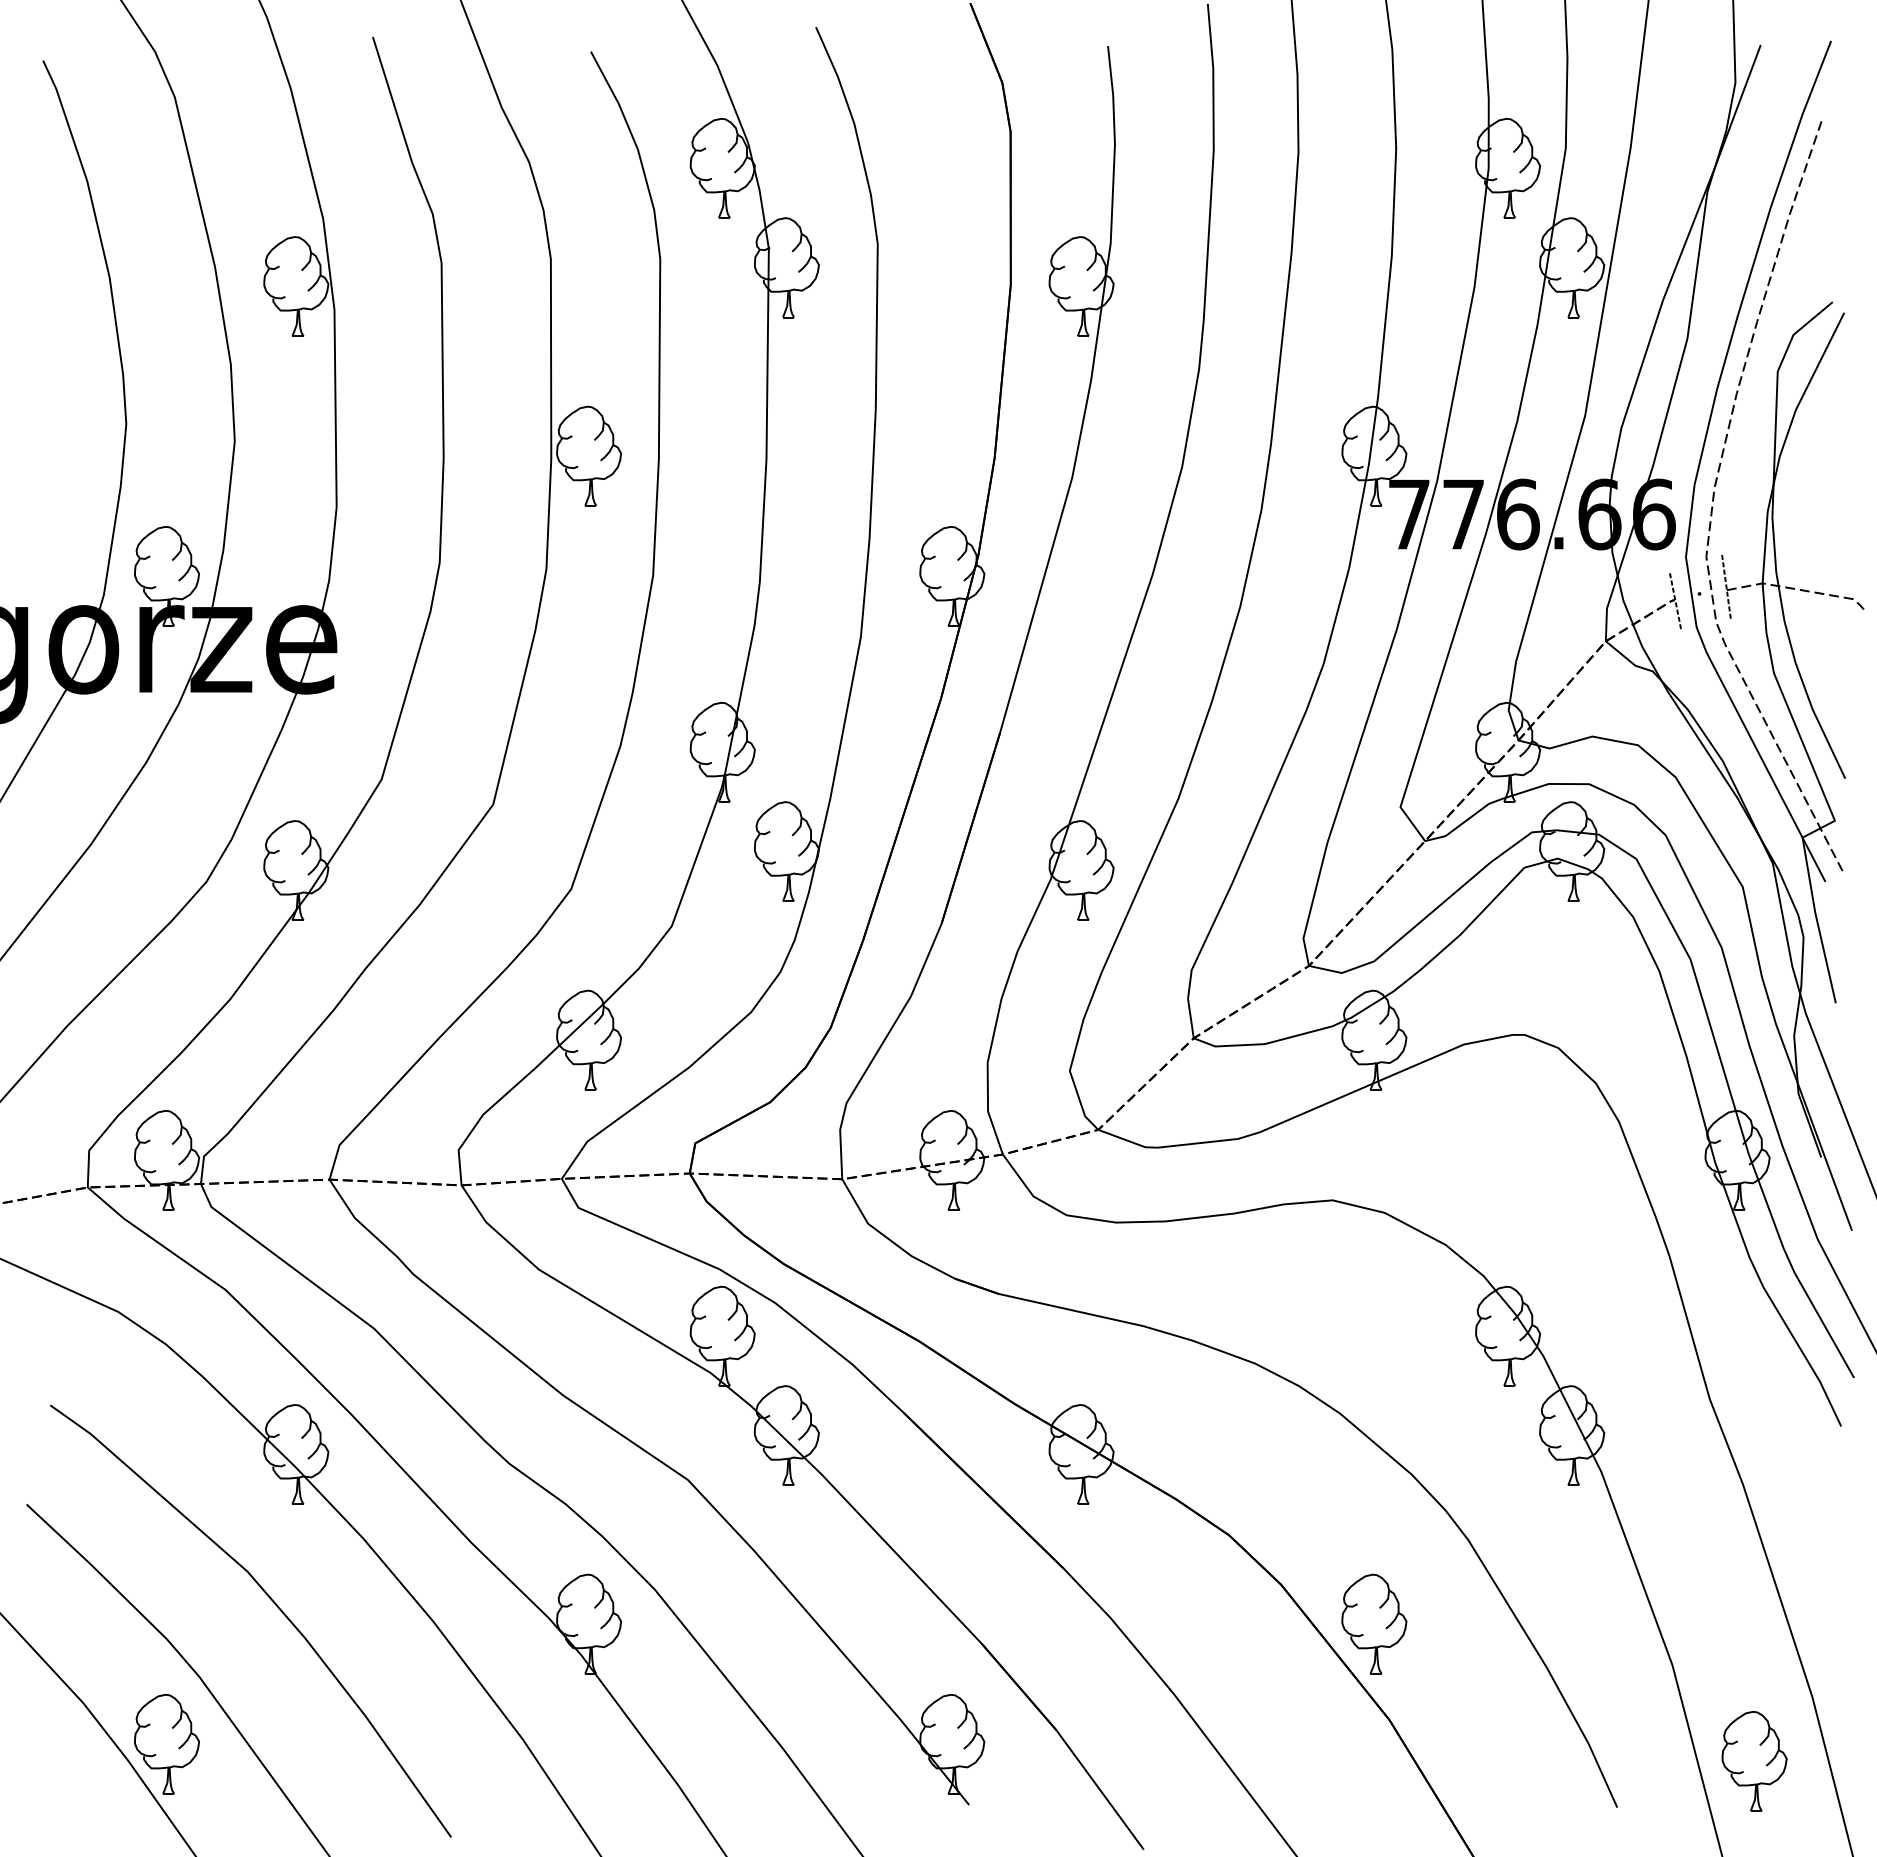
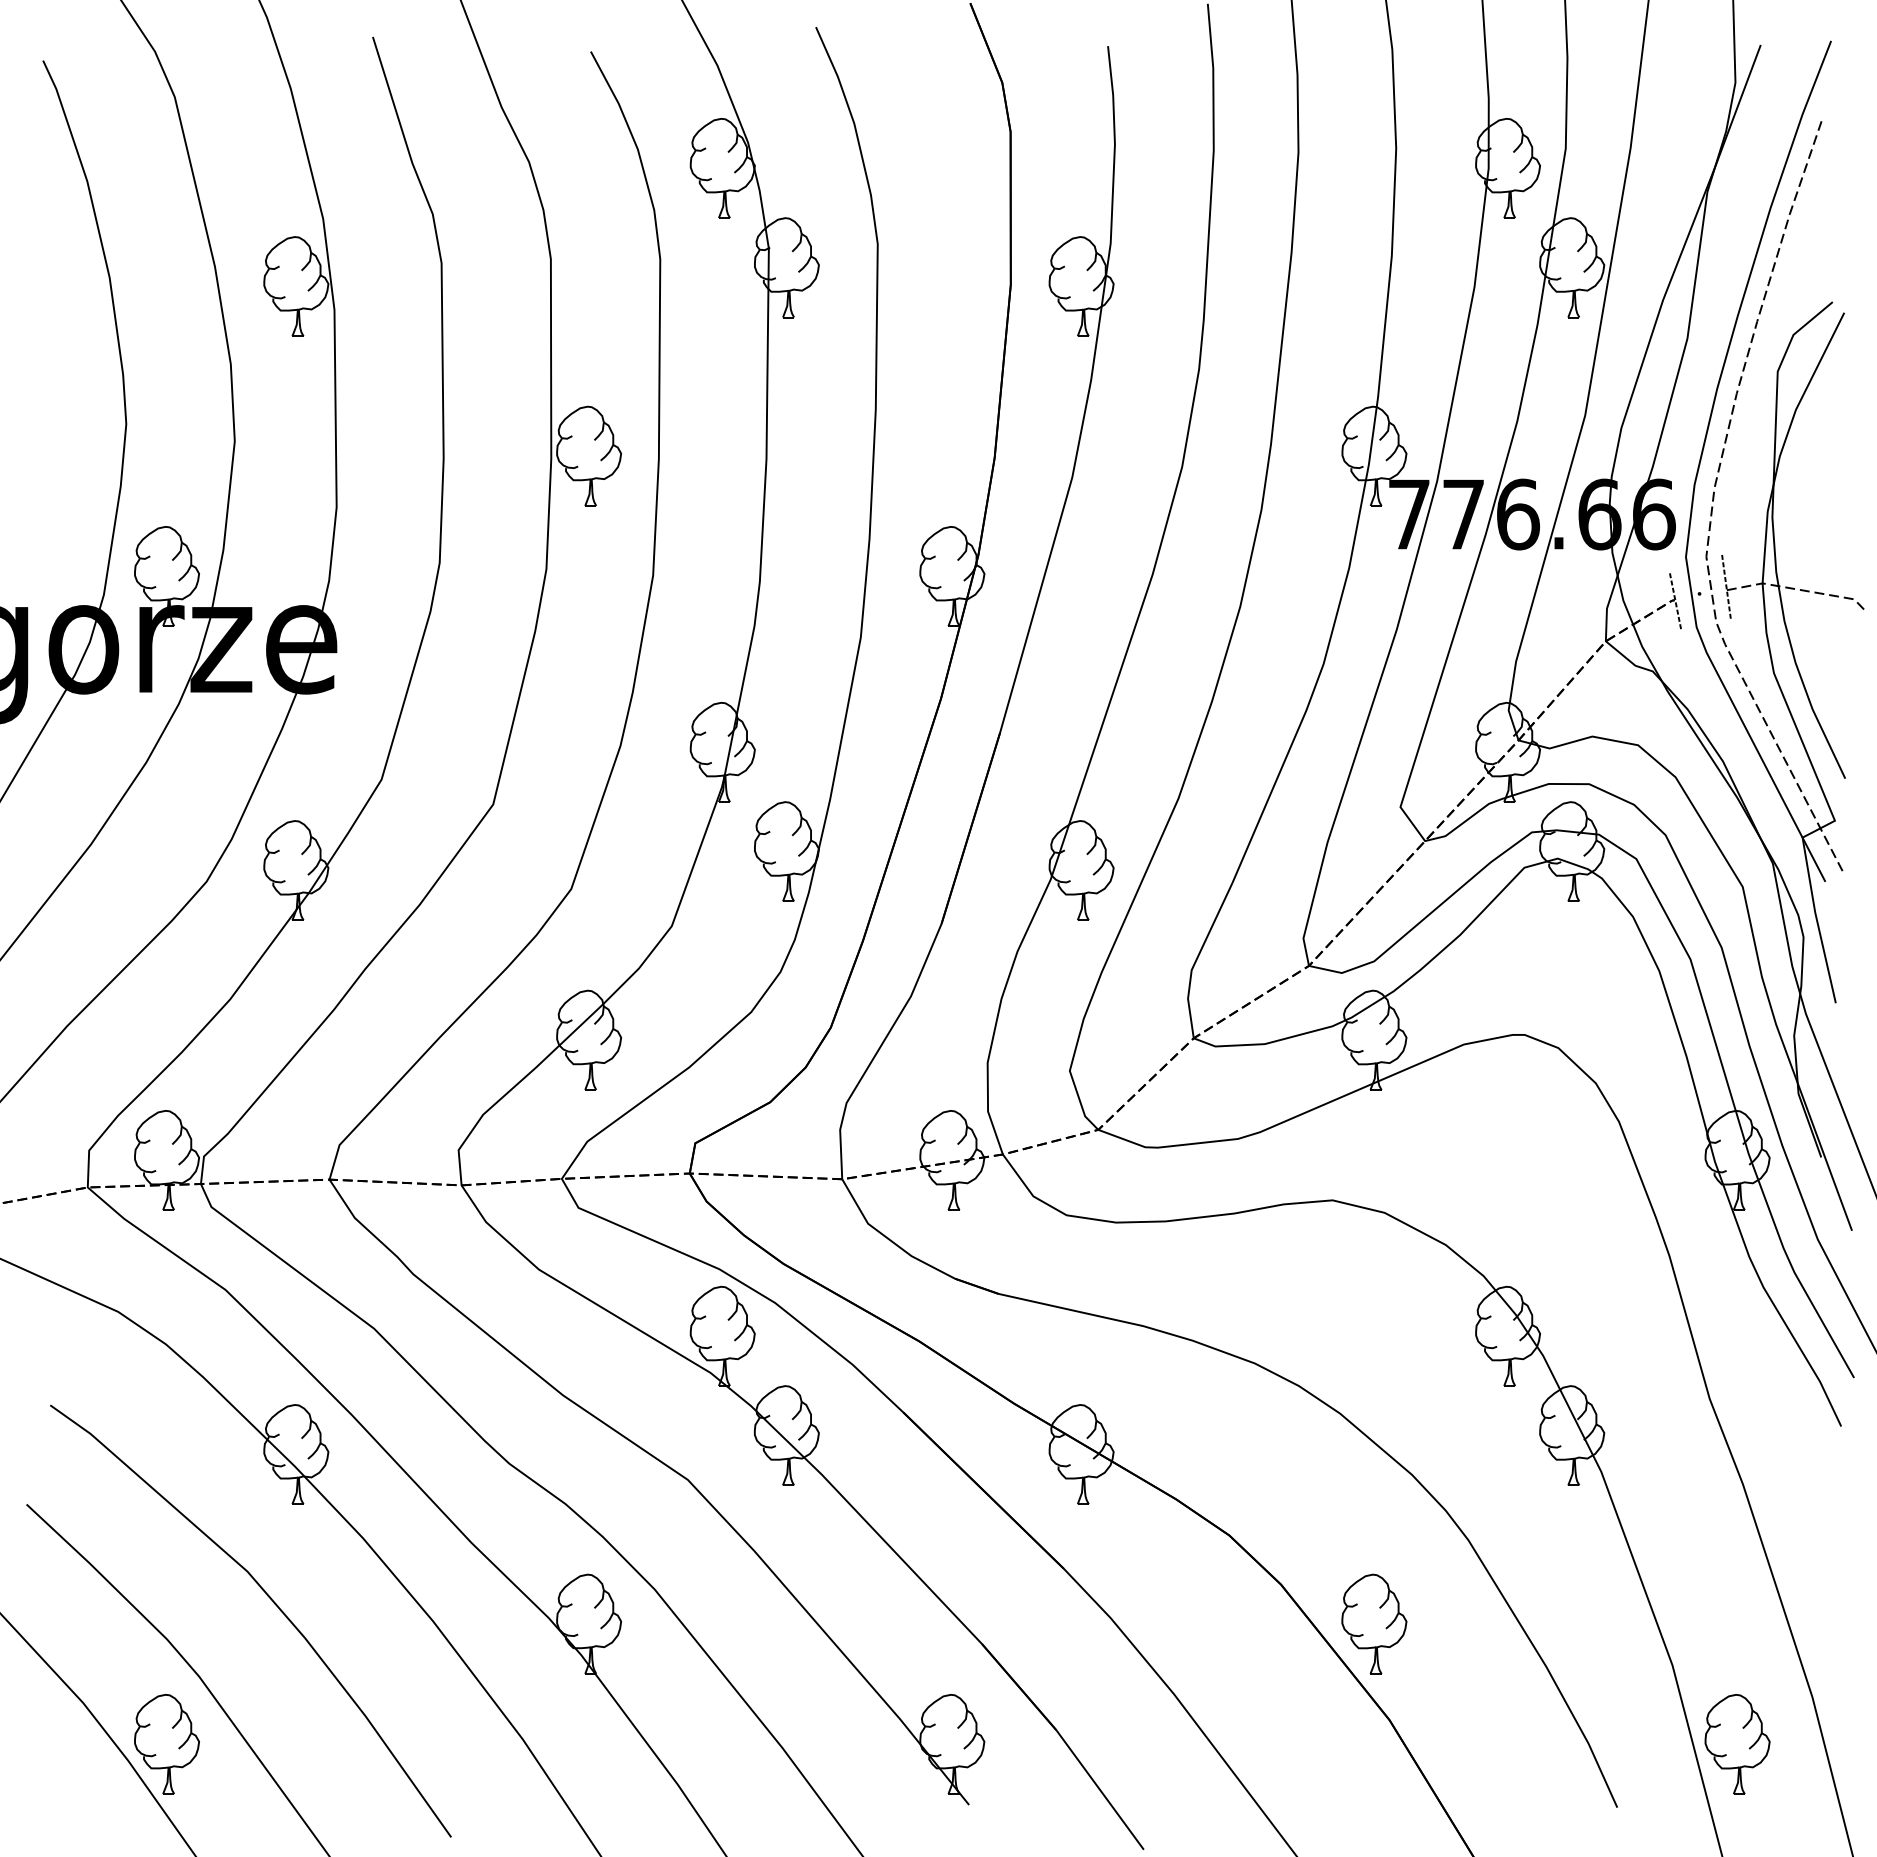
part at (1754, 1761) position: (1754, 1761) -> (1737, 1744)
